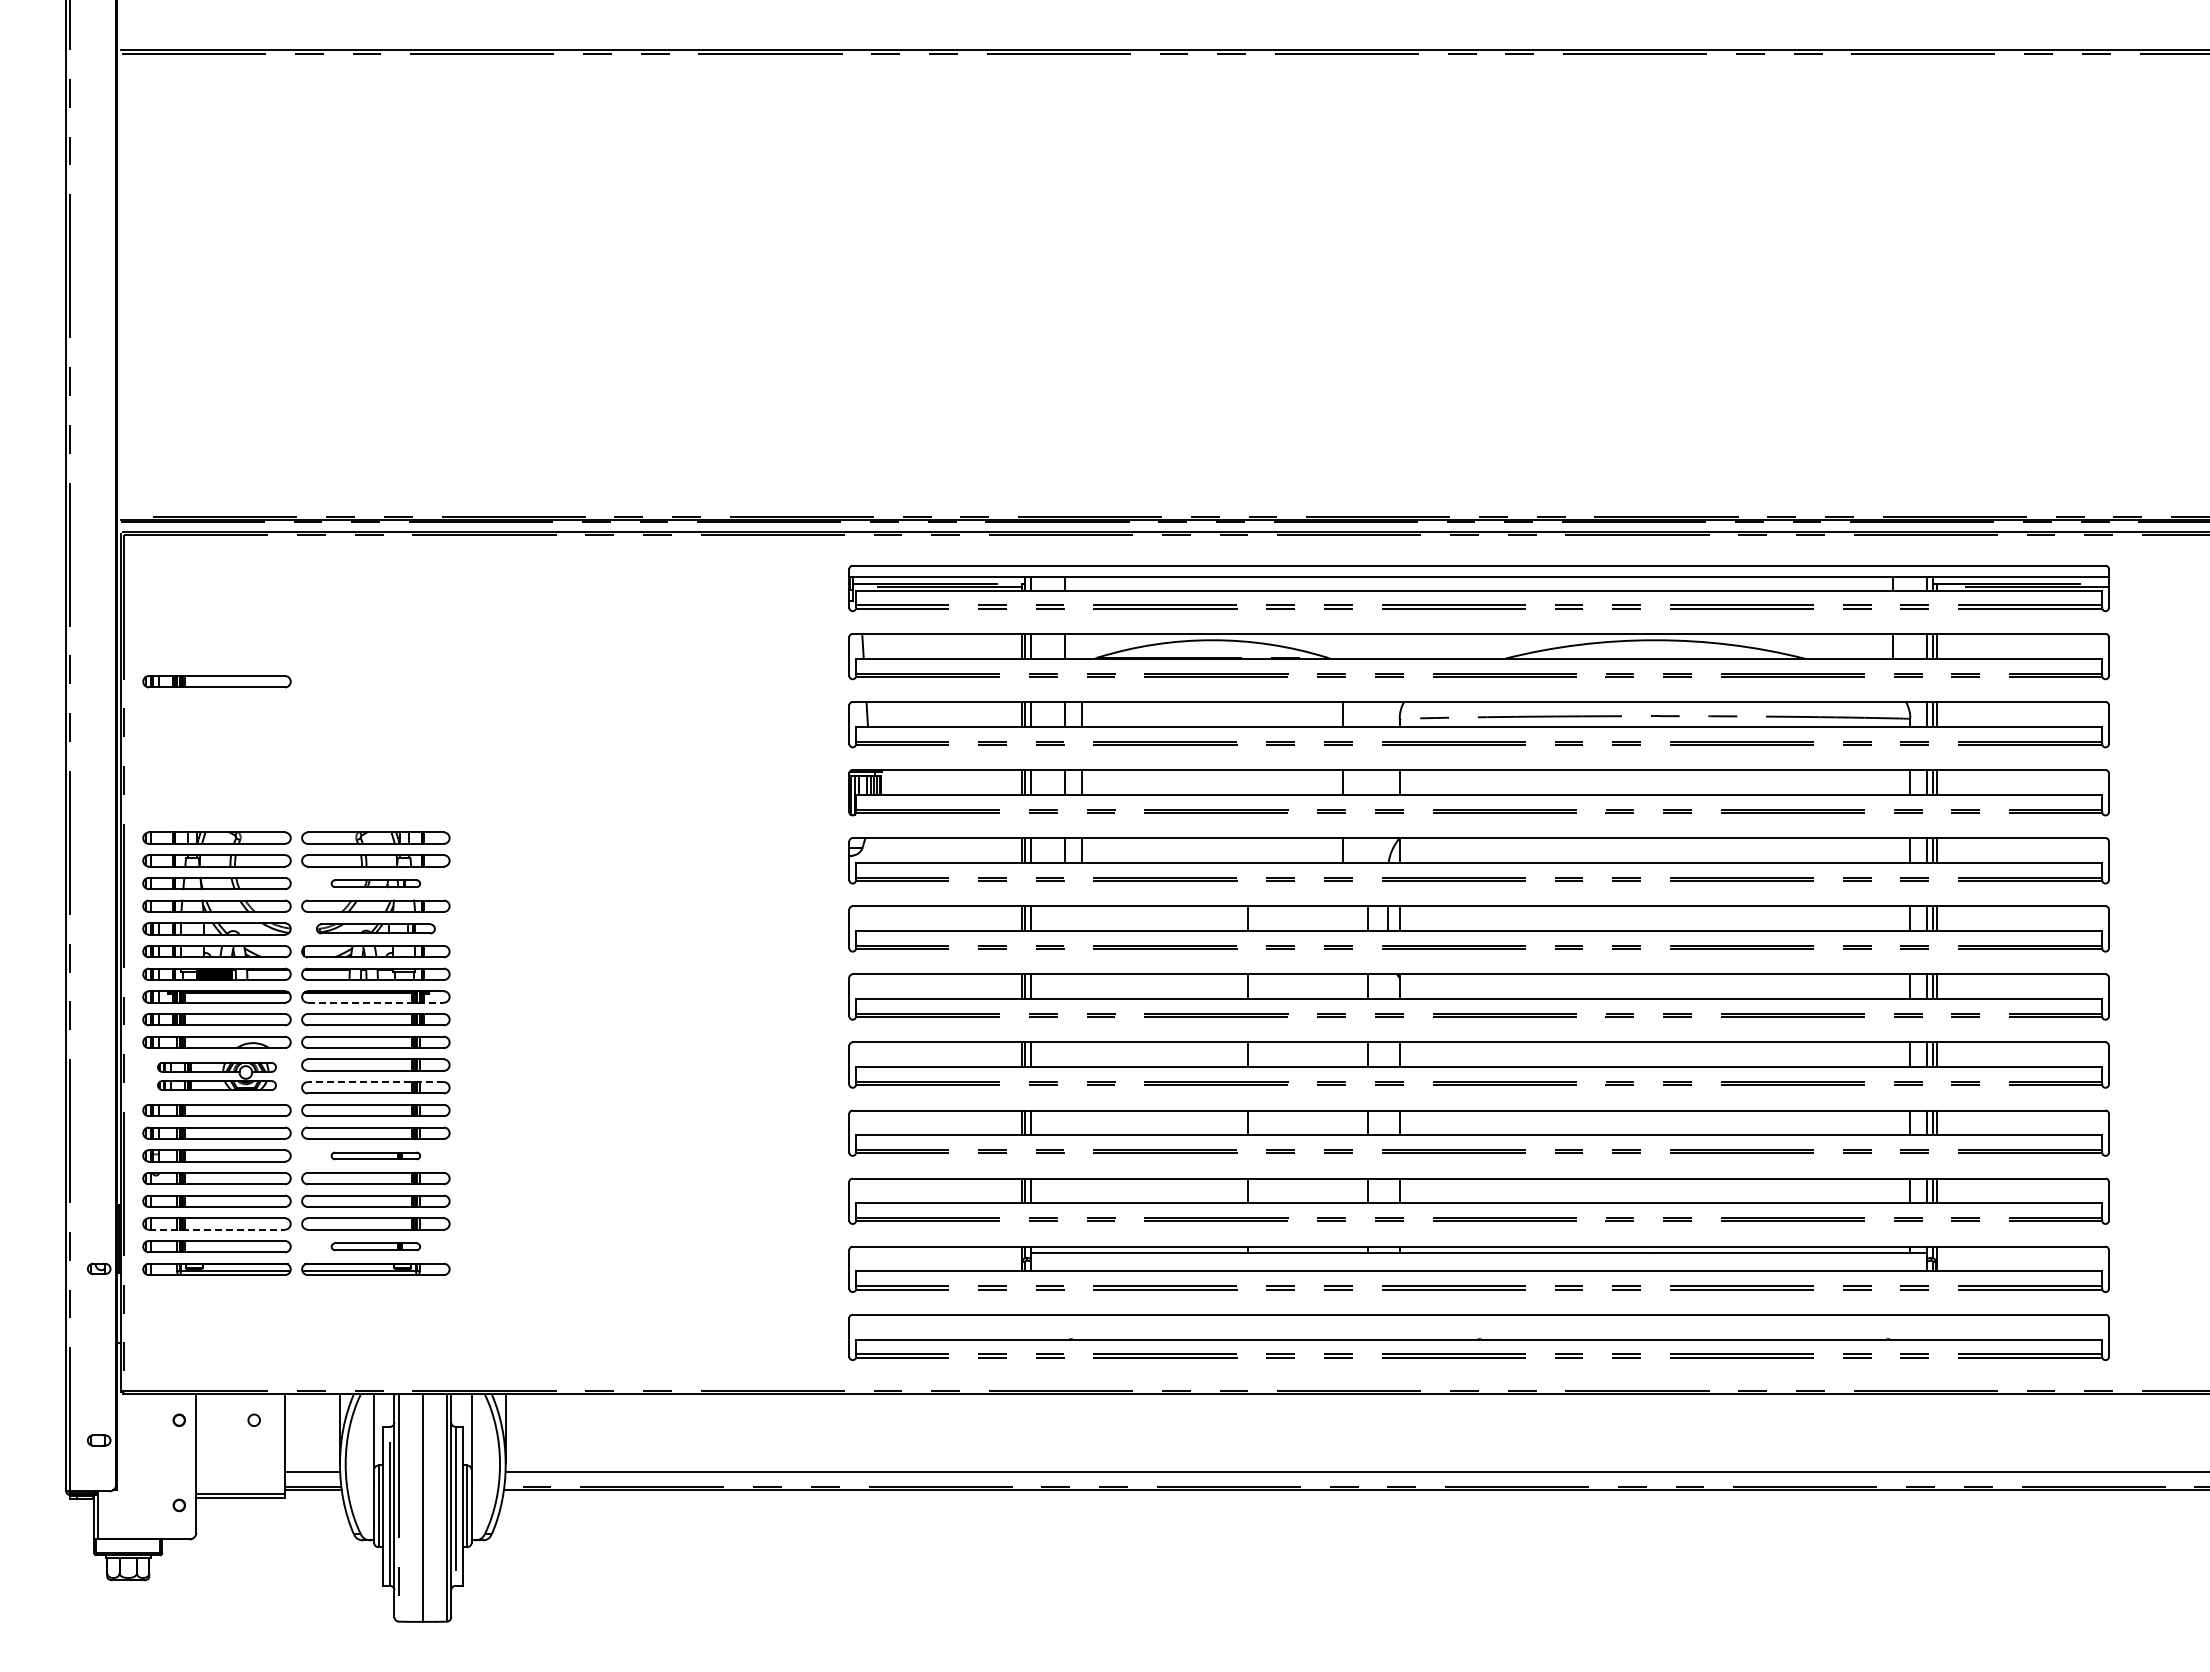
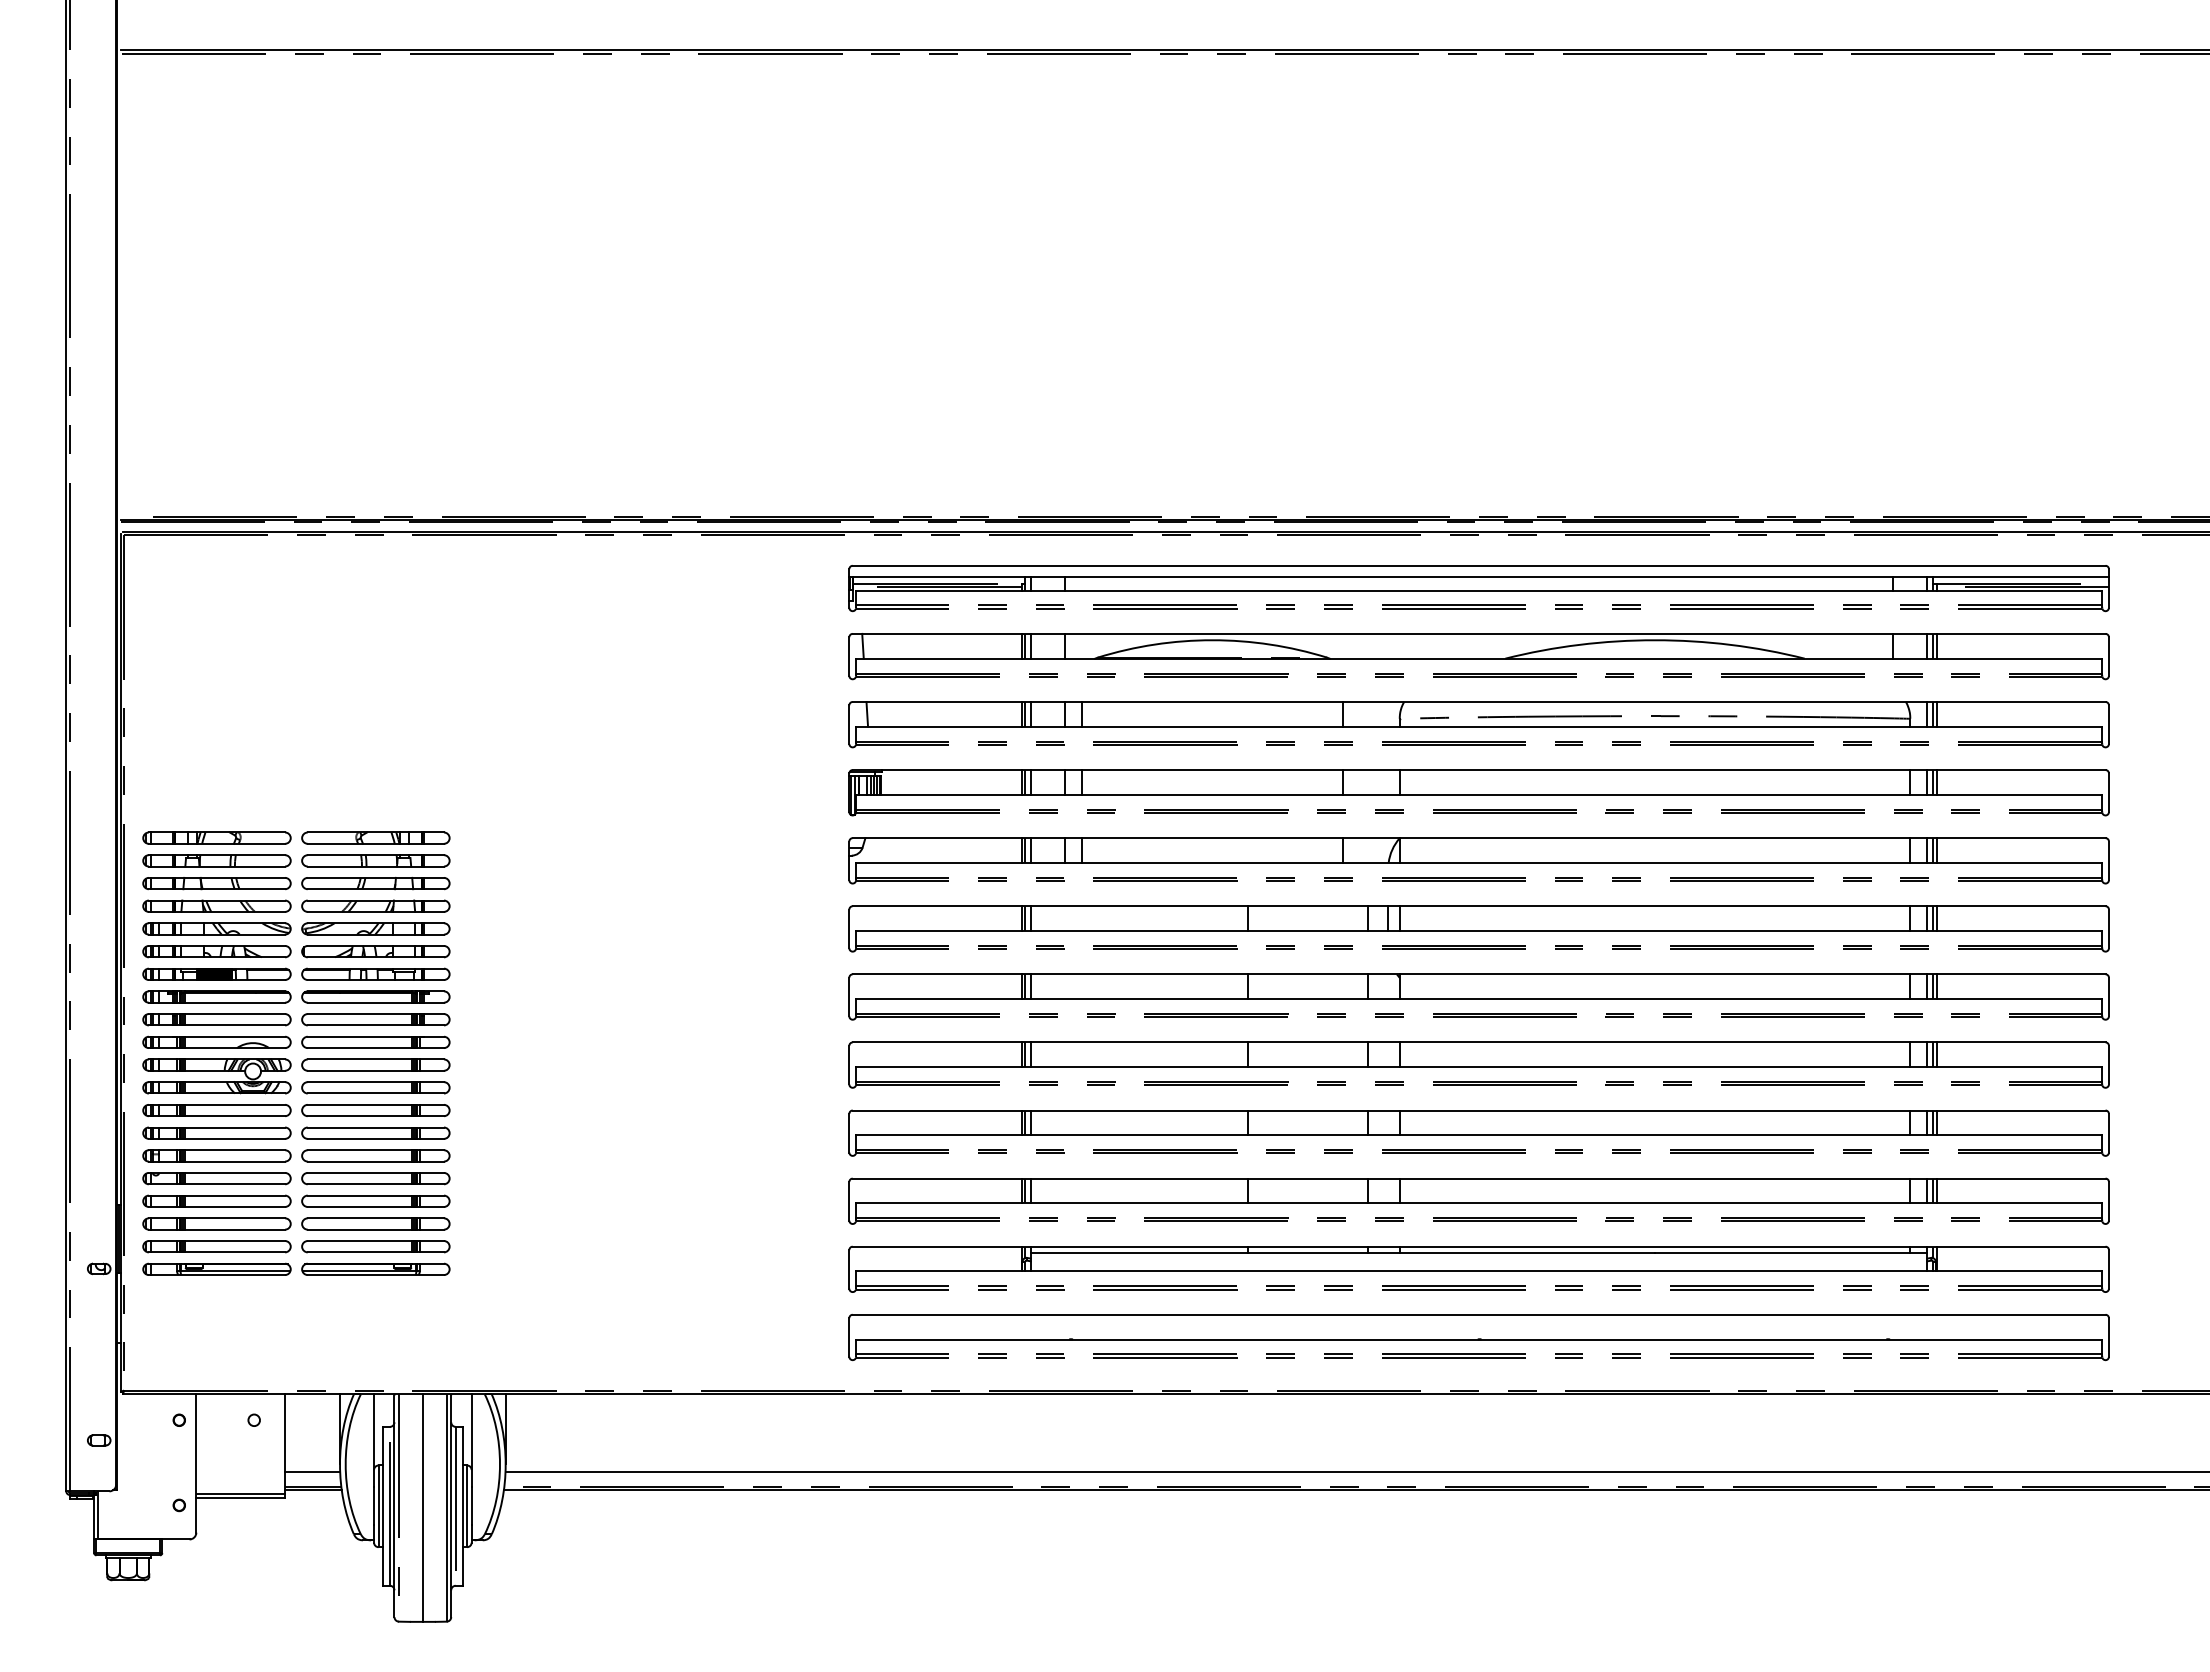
part at (216, 681): present -> none
part at (375, 883) size: 92x9 px -> 150x14 px
part at (375, 928) size: 120x12 px -> 150x14 px
line at (376, 1002): dashed -> solid
part at (216, 1075) size: 120x30 px -> 150x37 px
line at (375, 1082): dashed -> solid
part at (375, 1155) size: 91x10 px -> 150x14 px
line at (217, 1229): dashed -> solid
part at (375, 1246) size: 92x10 px -> 150x14 px
